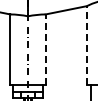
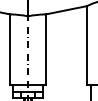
line at (86, 45): dashed -> solid
line at (45, 49): dashed -> solid
